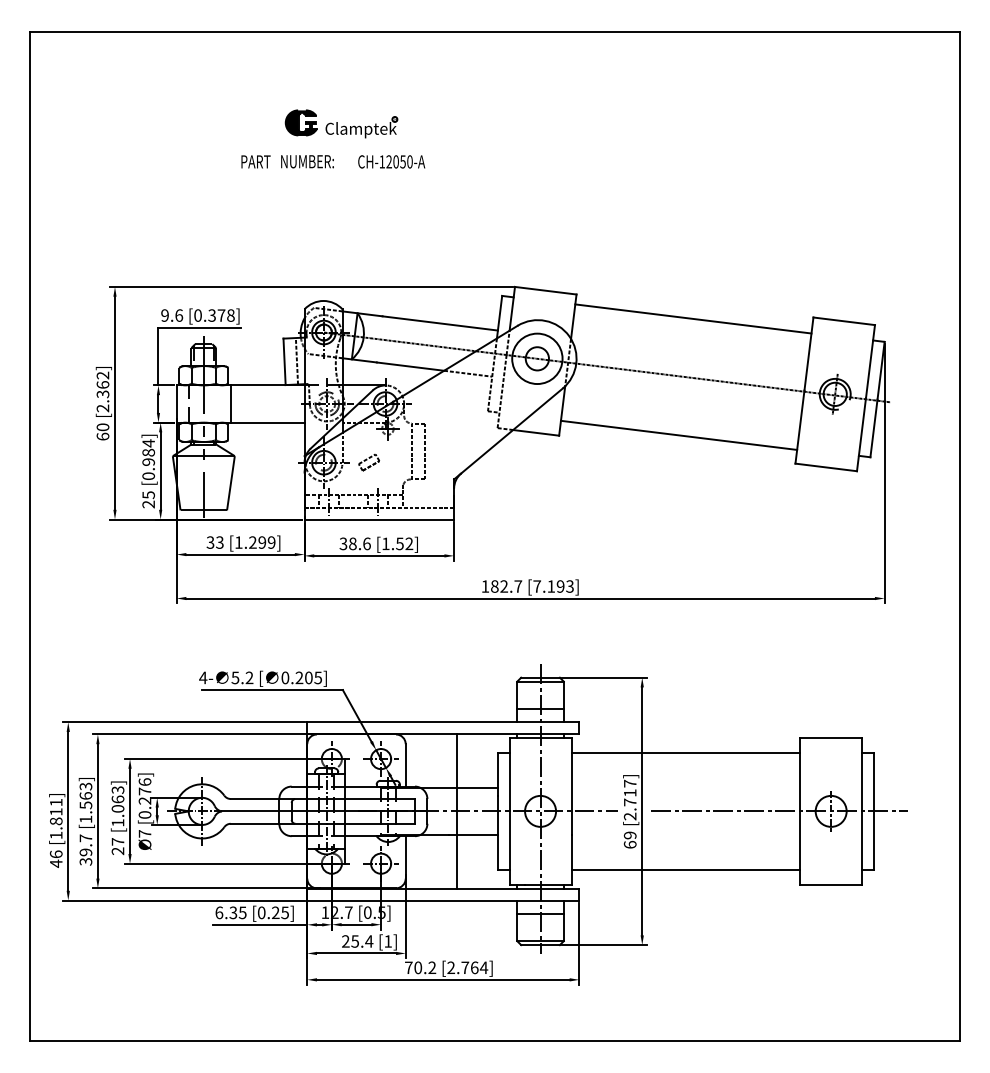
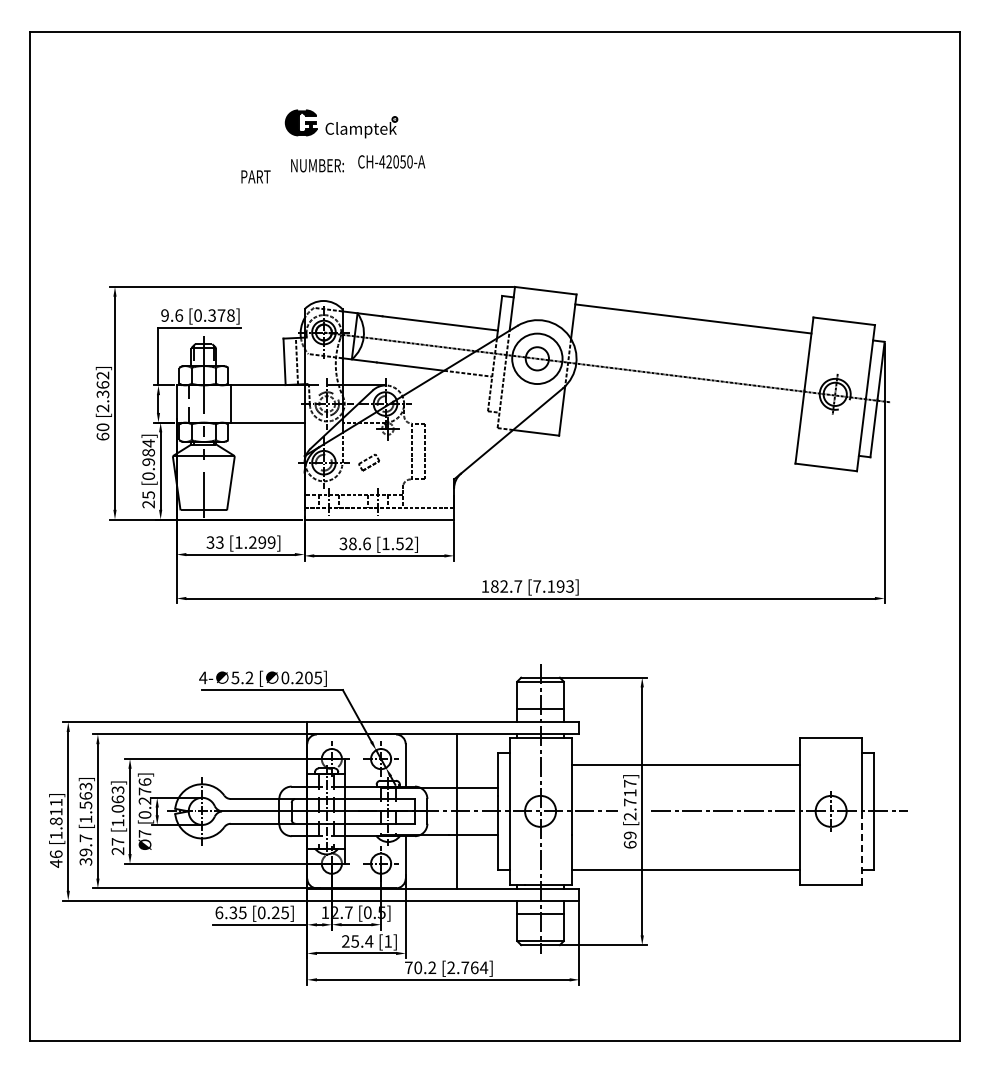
text at (255, 161) position: (255, 161) -> (255, 176)
text at (307, 161) position: (307, 161) -> (317, 165)
text at (382, 161): CH-12050-A -> CH-42050-A
line at (678, 434): present -> none
line at (685, 752) position: (685, 752) -> (685, 764)
line at (862, 848): solid -> dashed
